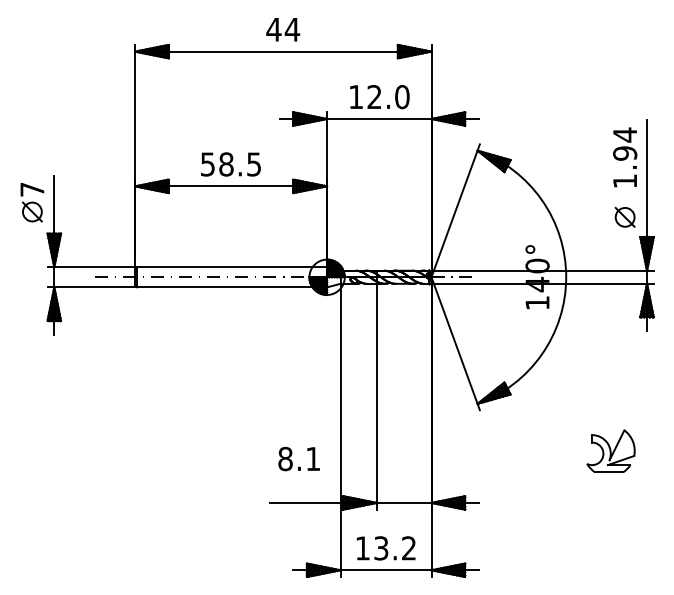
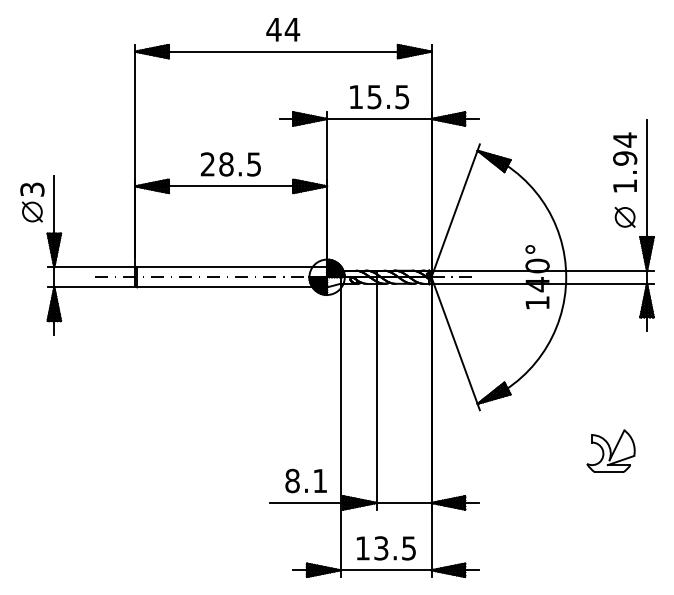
text at (388, 97): 12.0 -> 15.5
text at (625, 157) position: (625, 157) -> (625, 162)
text at (207, 164): 58.5 -> 28.5
text at (32, 189): 7 -> 3
text at (298, 458) position: (298, 458) -> (305, 480)
text at (408, 548): 13.2 -> 13.5
